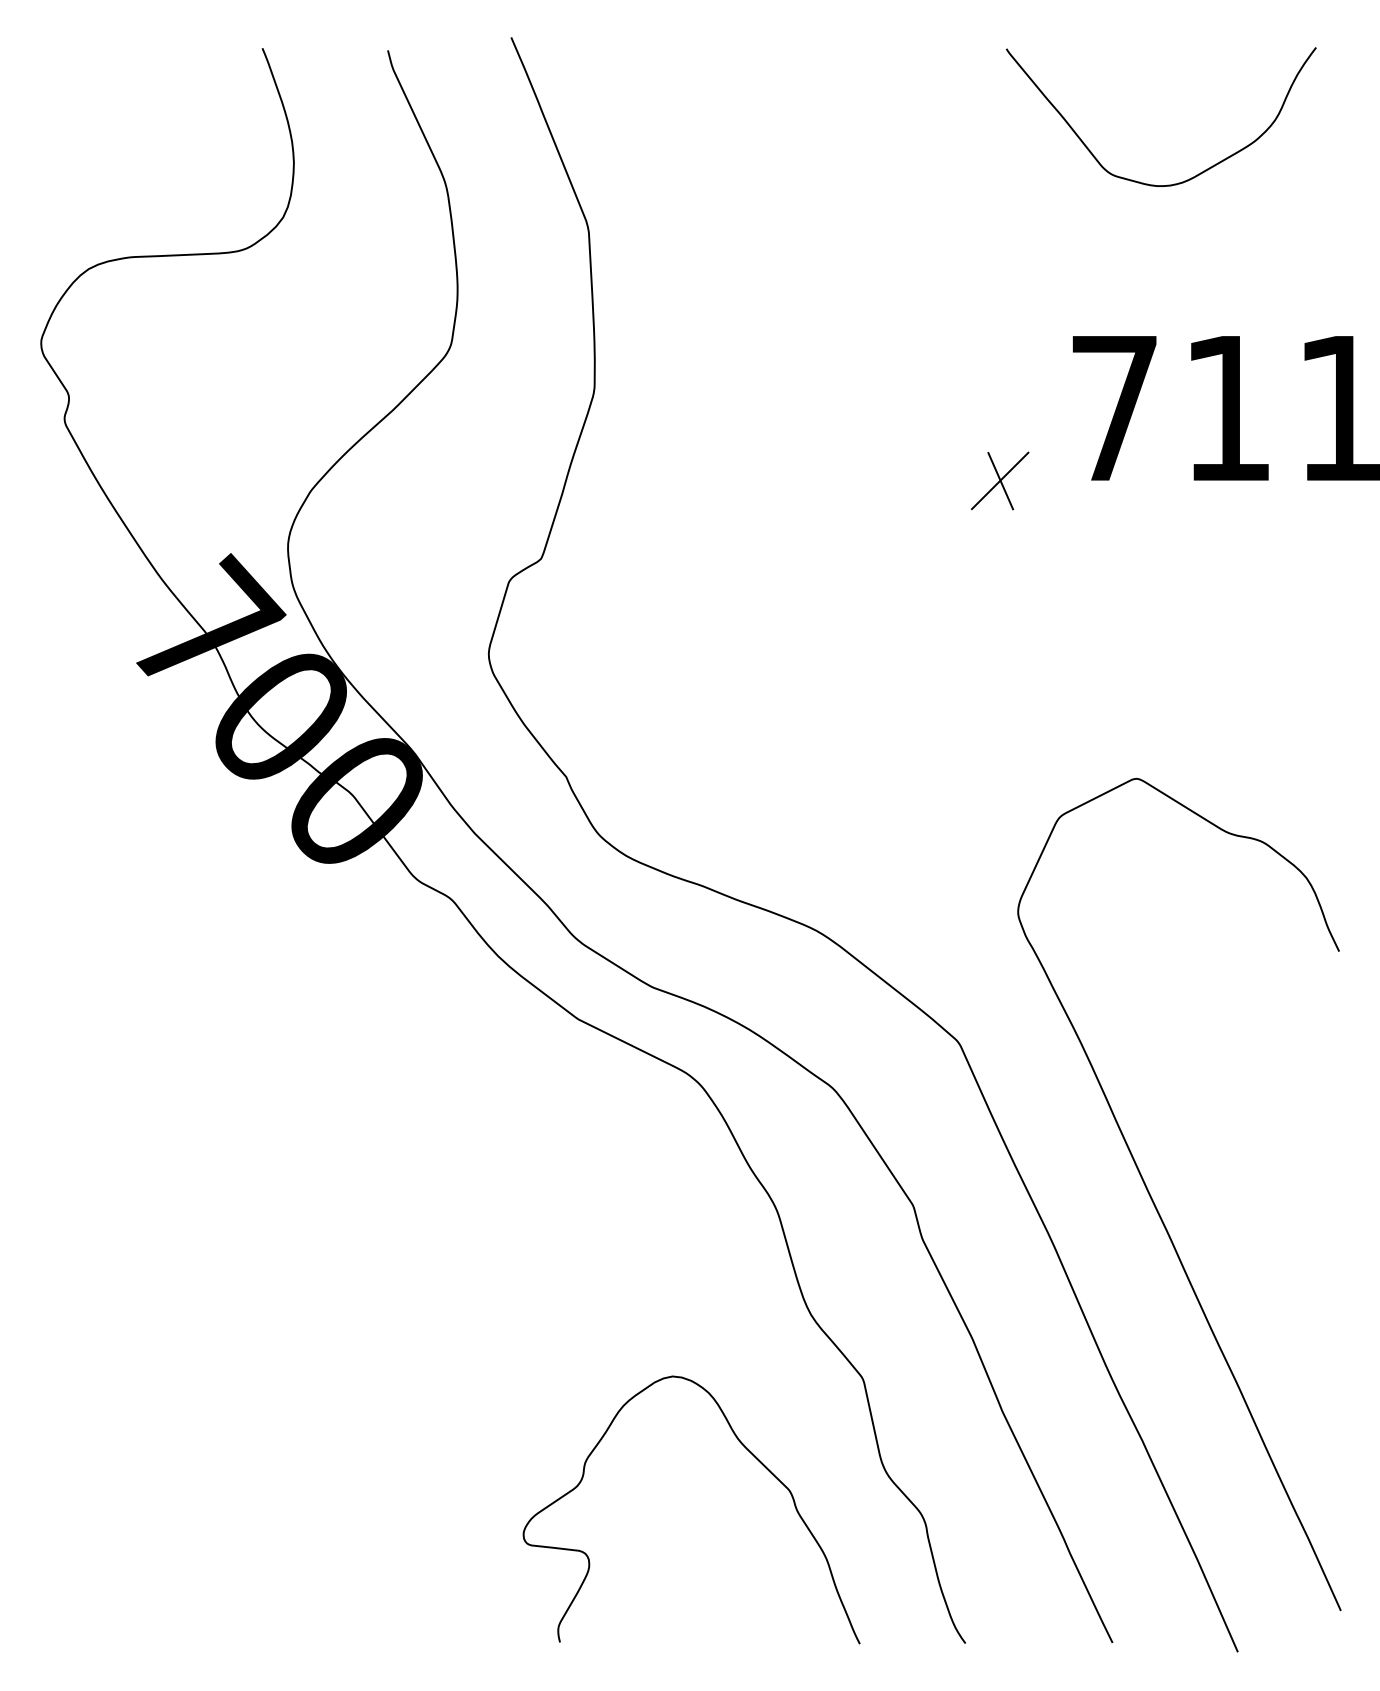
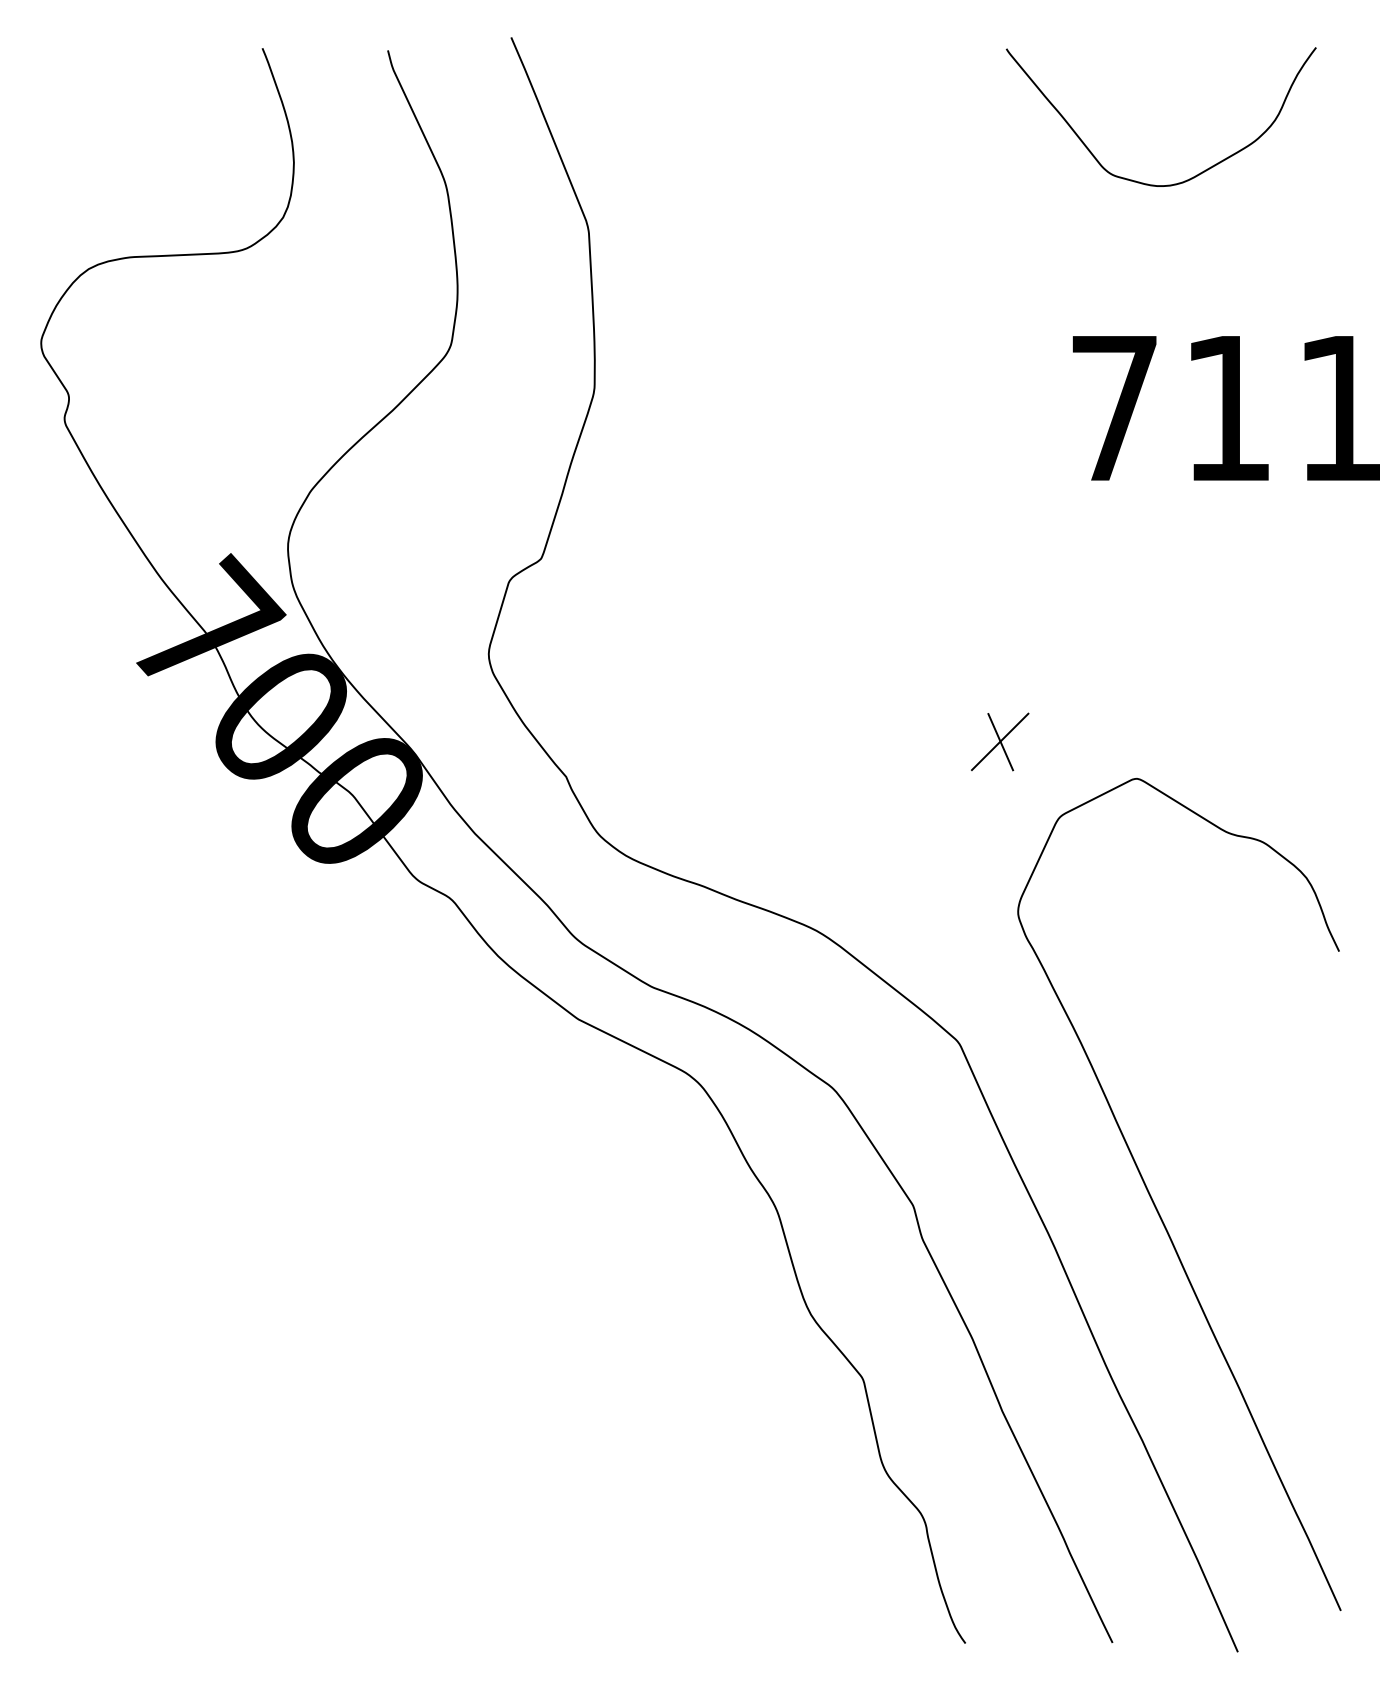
part at (1000, 480) position: (1000, 480) -> (1000, 741)
curve at (748, 1451): present -> none
